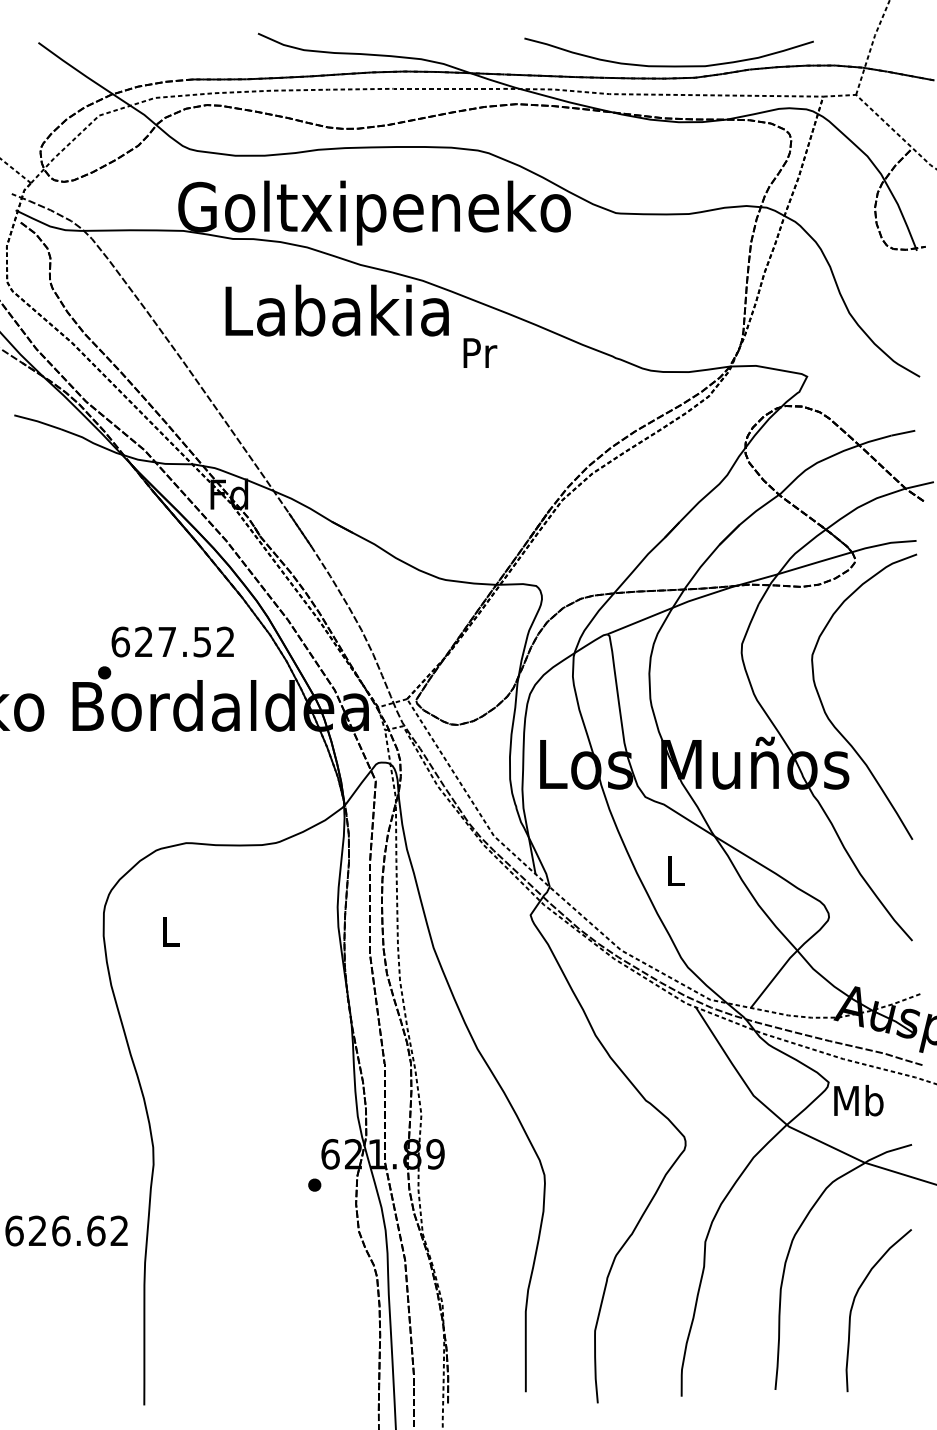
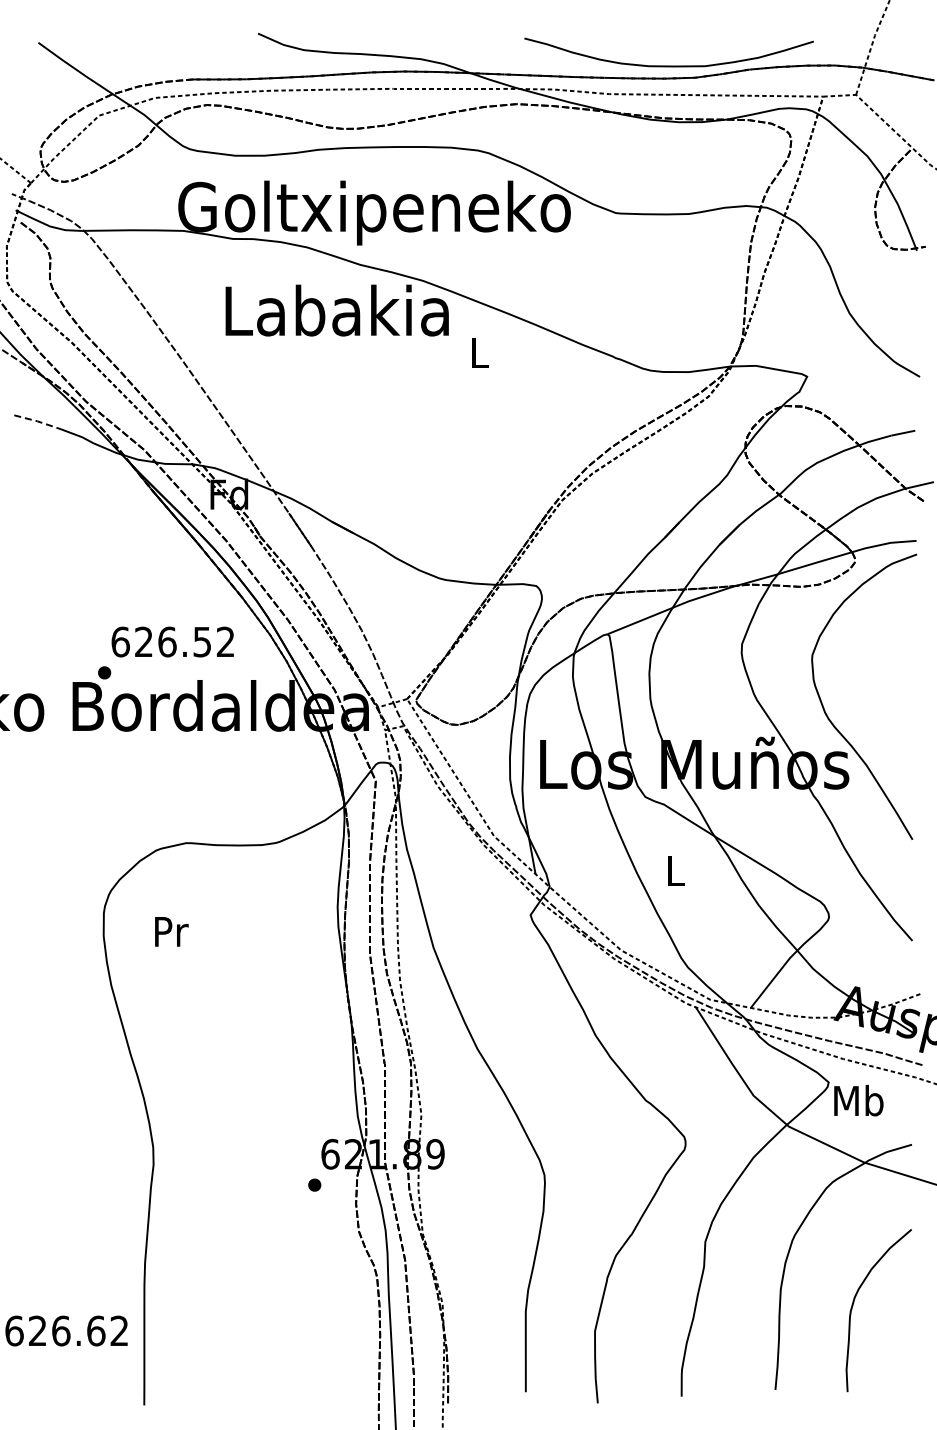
text at (480, 352): Pr -> L
line at (37, 421): solid -> dashed
text at (167, 641): 627.52 -> 626.52
text at (171, 931): L -> Pr
text at (66, 1230) position: (66, 1230) -> (66, 1330)
